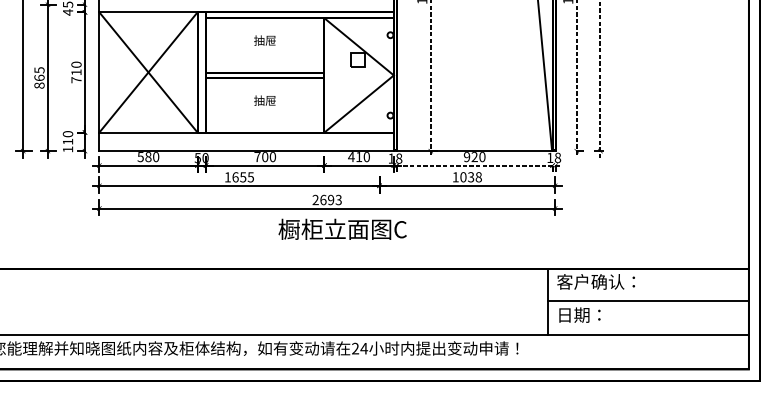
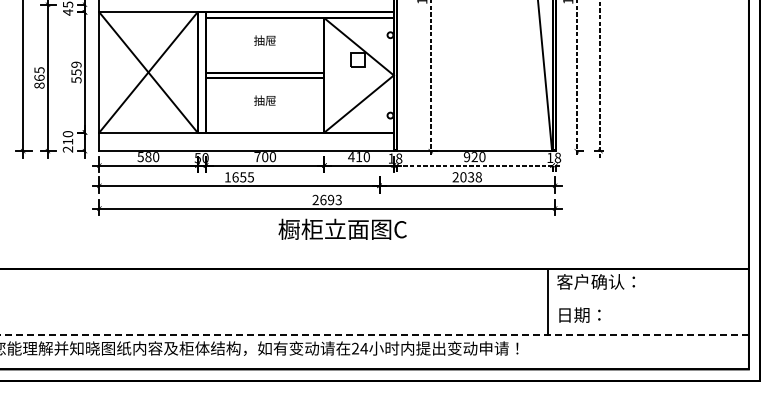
text at (76, 72): 710 -> 559
text at (67, 149): 110 -> 210
text at (455, 177): 1038 -> 2038
line at (647, 301): present -> none
line at (374, 335): solid -> dashed
